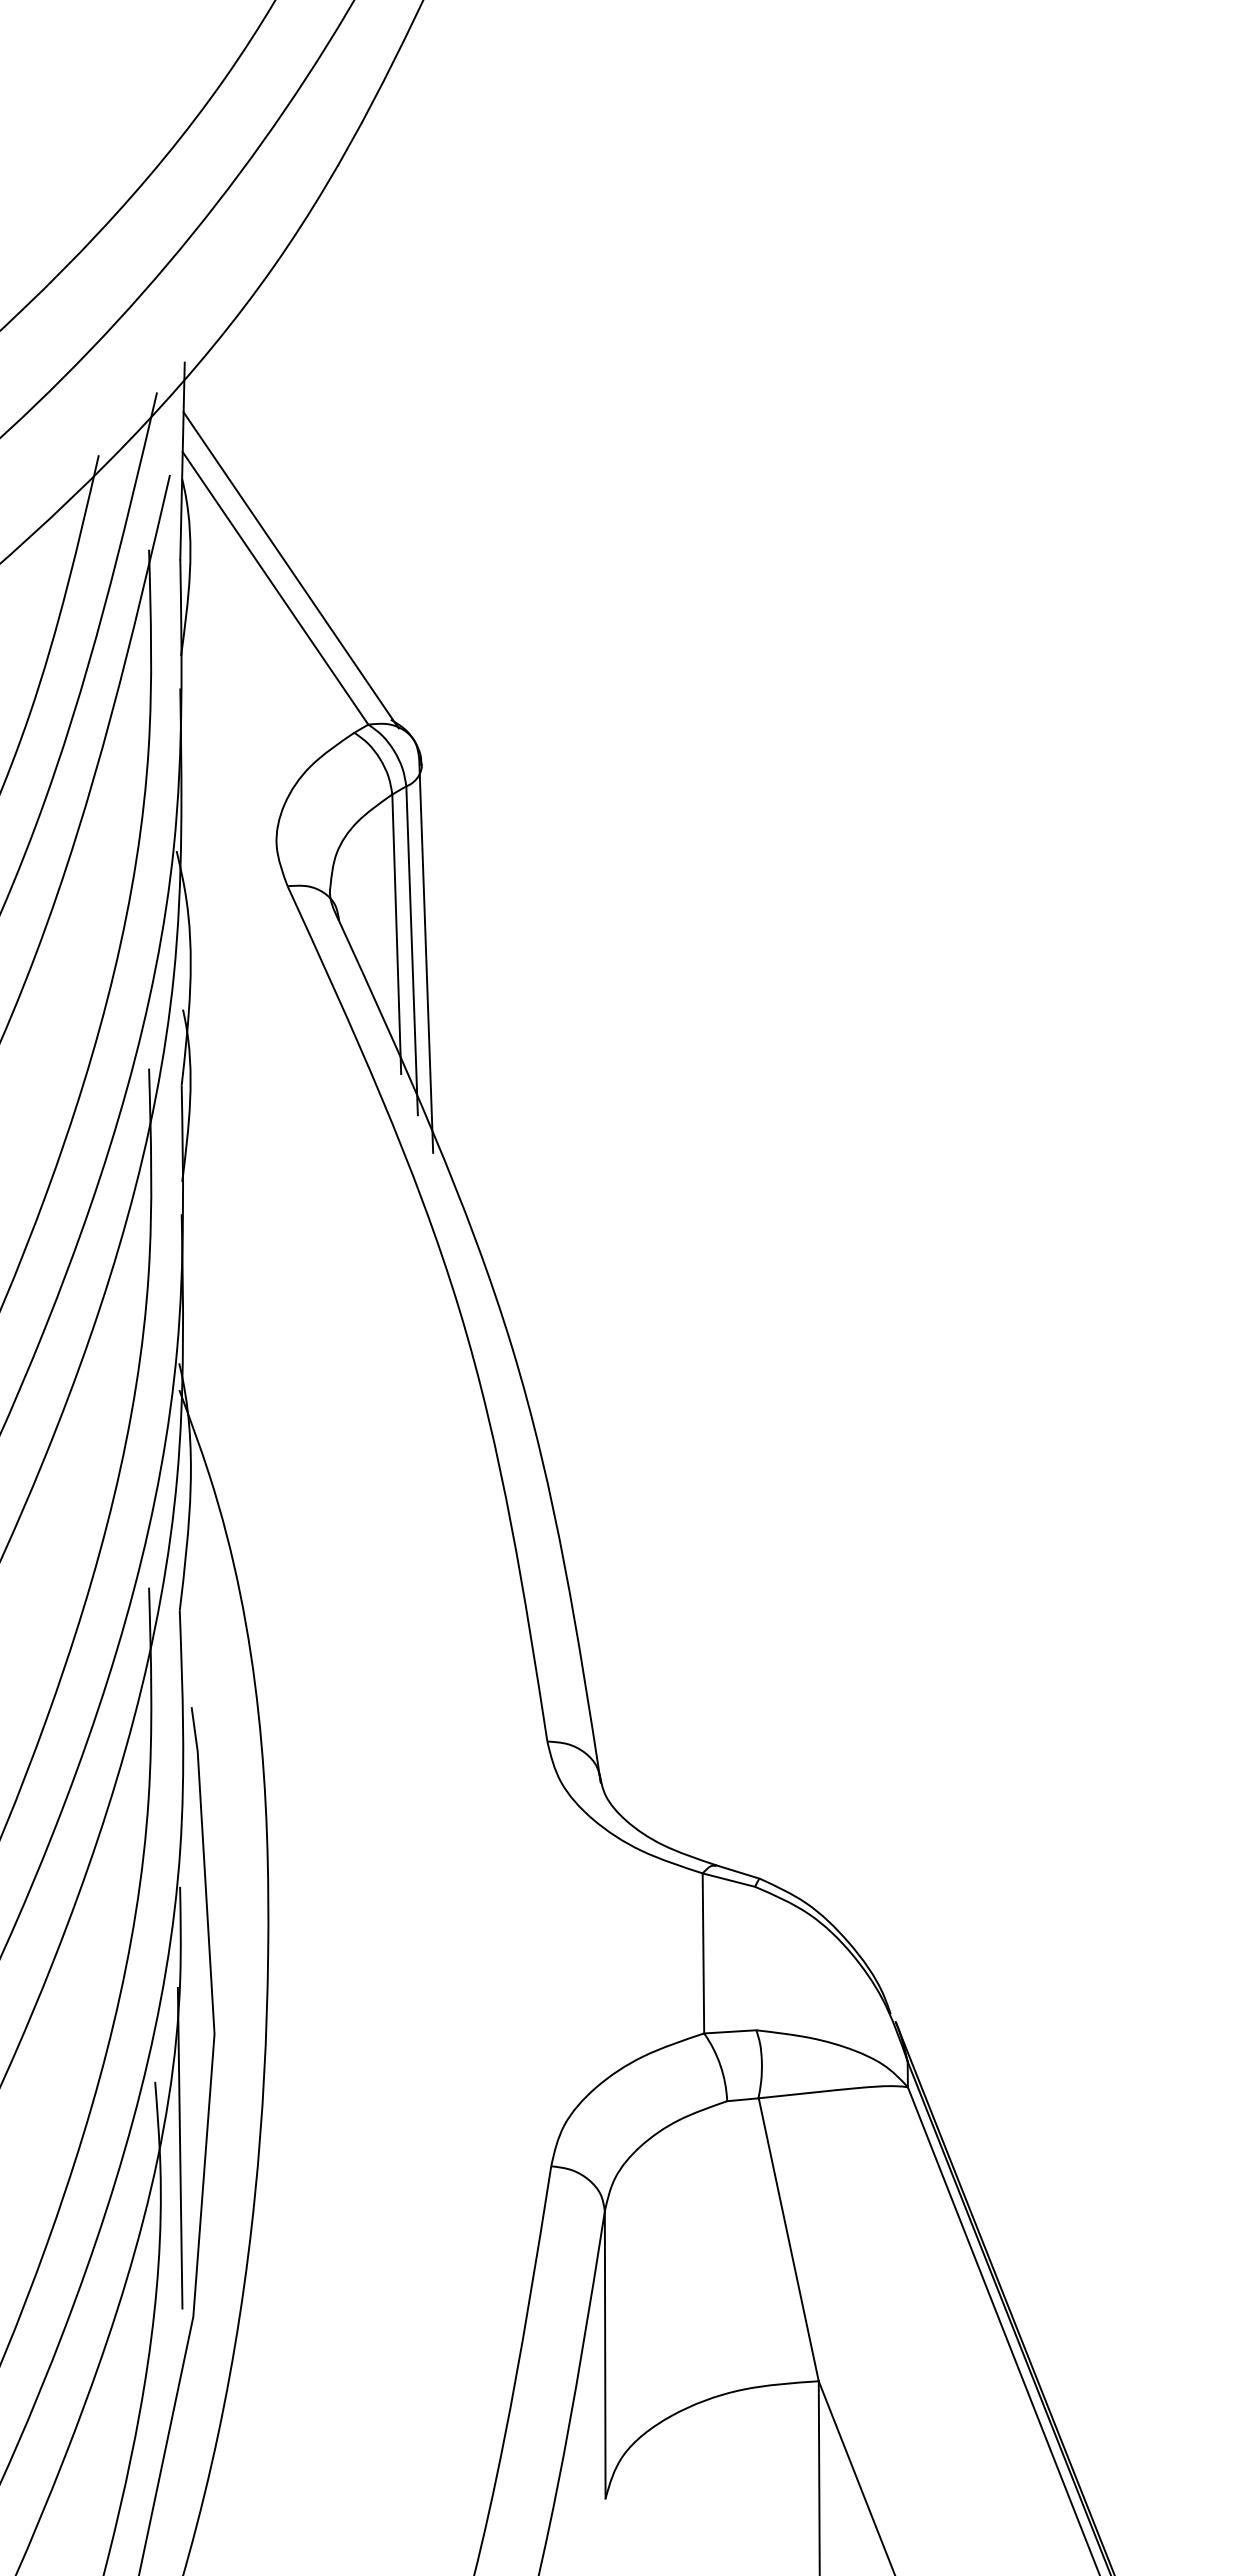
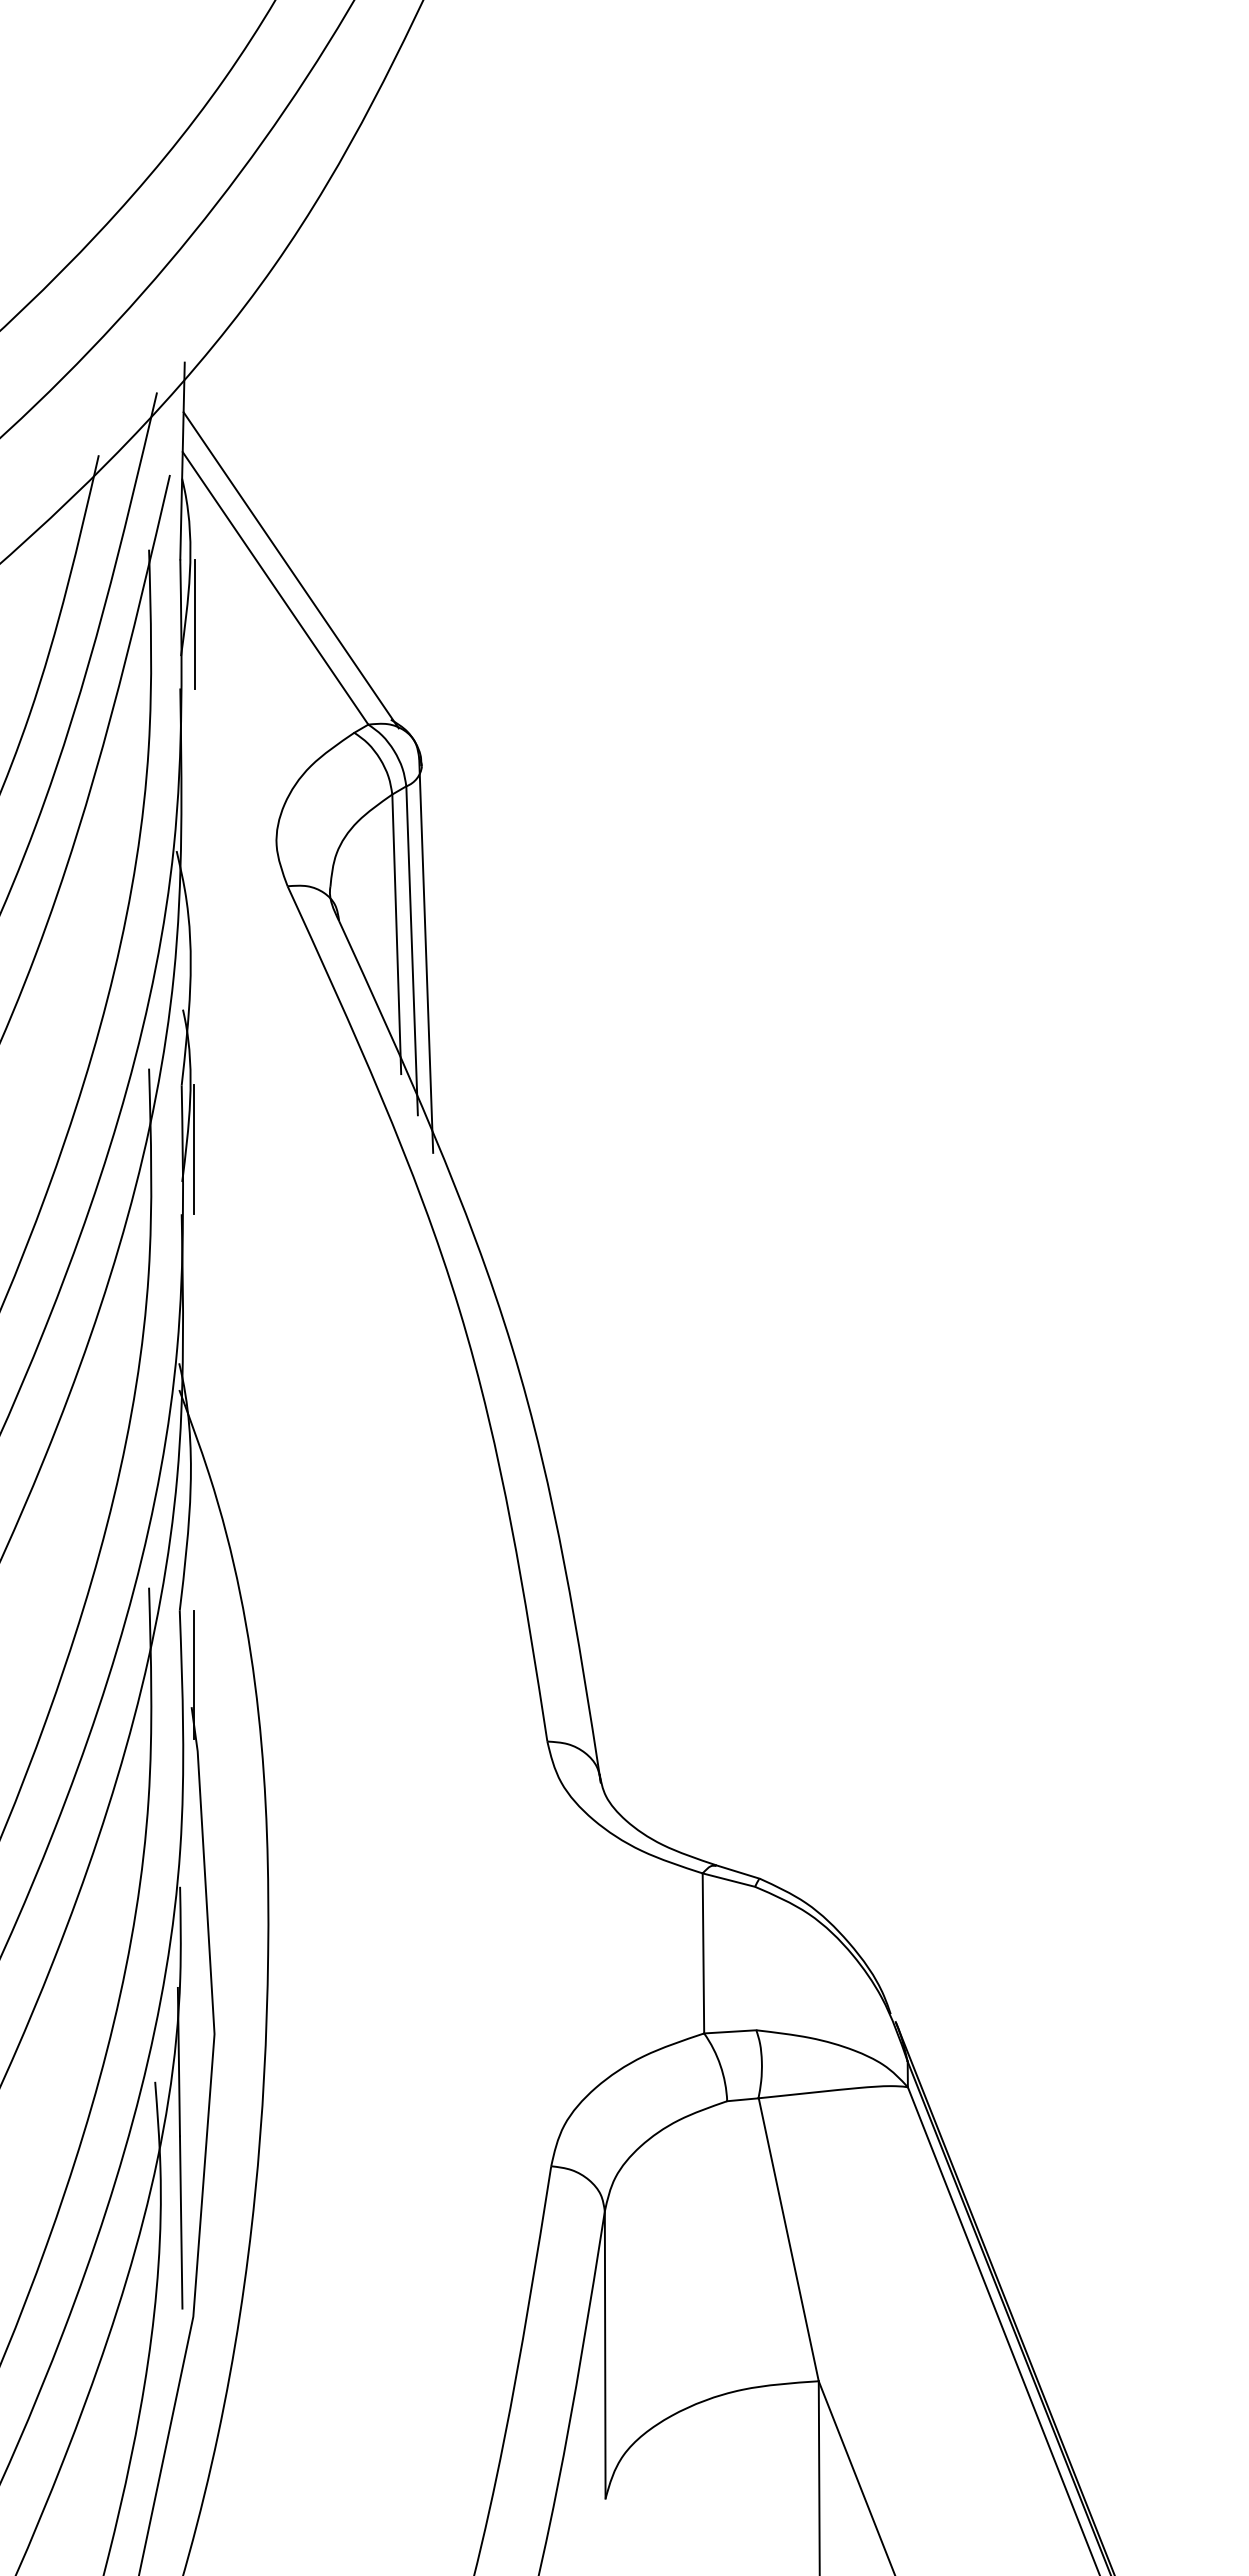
line at (194, 623): none -> present
line at (194, 1149): none -> present
line at (194, 1674): none -> present
